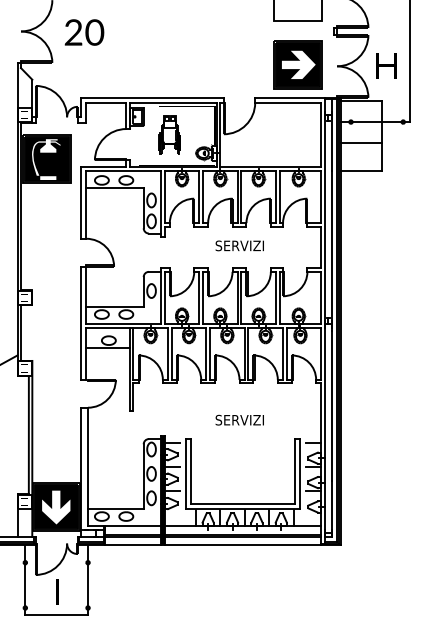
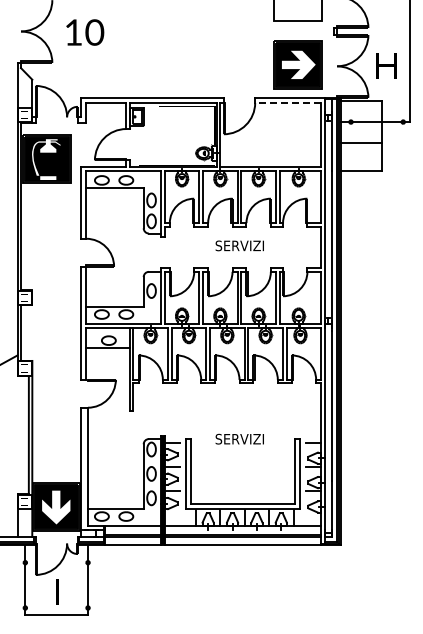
text at (73, 32): 20 -> 10
line at (287, 102): solid -> dashed
part at (169, 134): present -> none
text at (239, 419) position: (239, 419) -> (239, 438)
